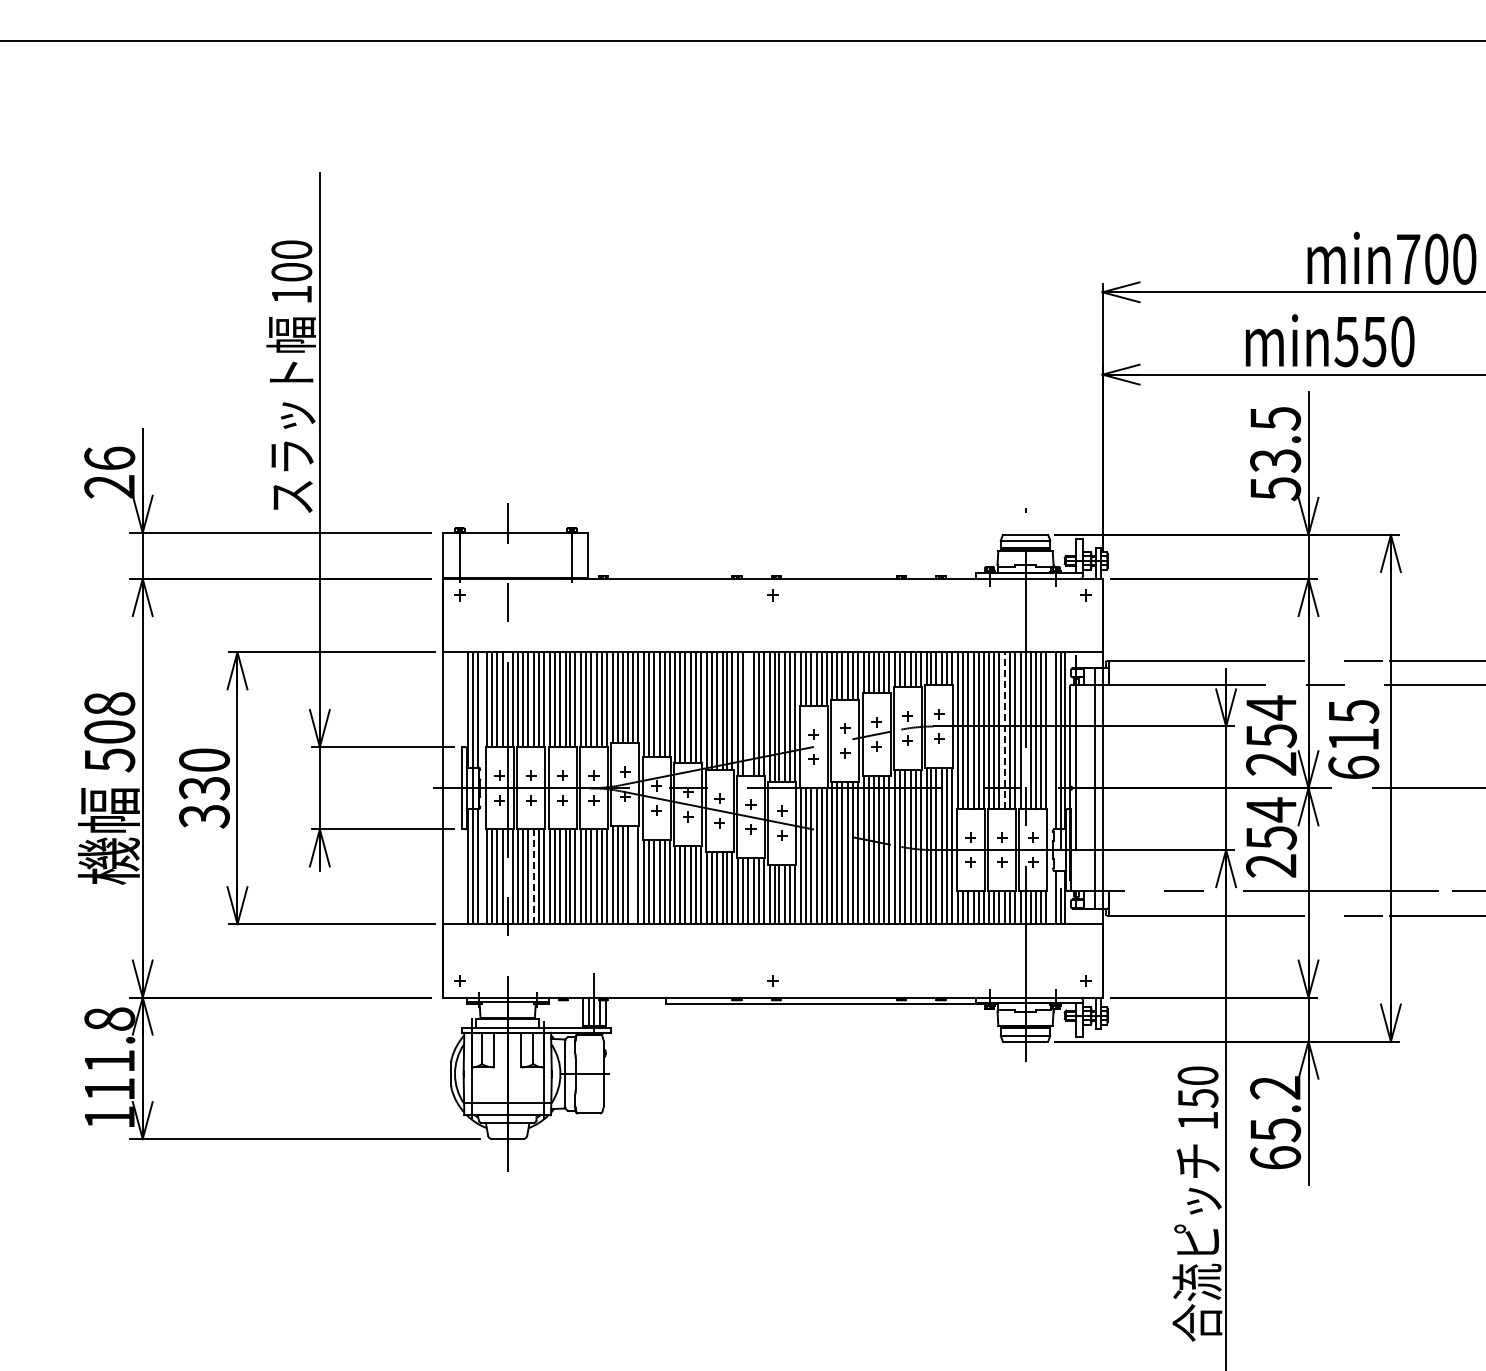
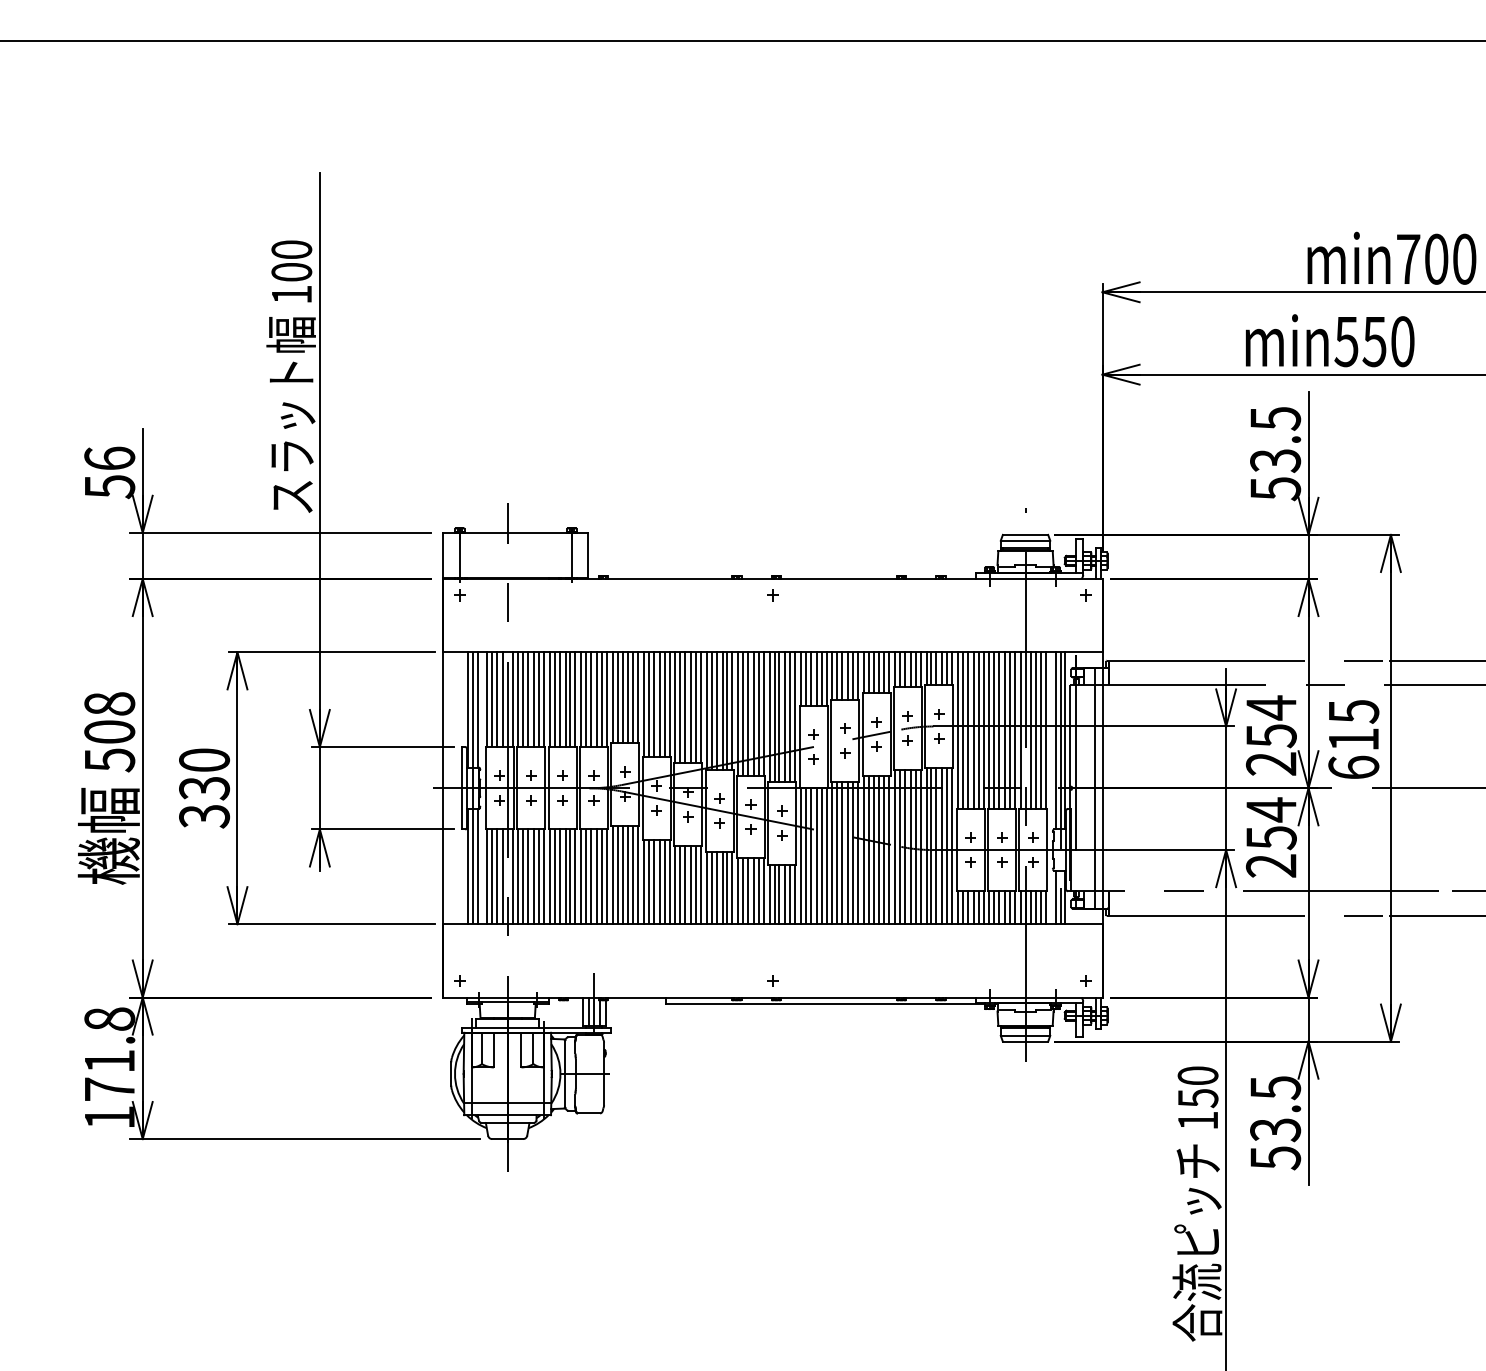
text at (109, 487): 26 -> 56
line at (748, 713): none -> present
line at (1005, 730): dashed -> solid
line at (633, 874): none -> present
line at (534, 876): dashed -> solid
text at (109, 1088): 111.8 -> 171.8
text at (1275, 1123): 65.2 -> 53.5
